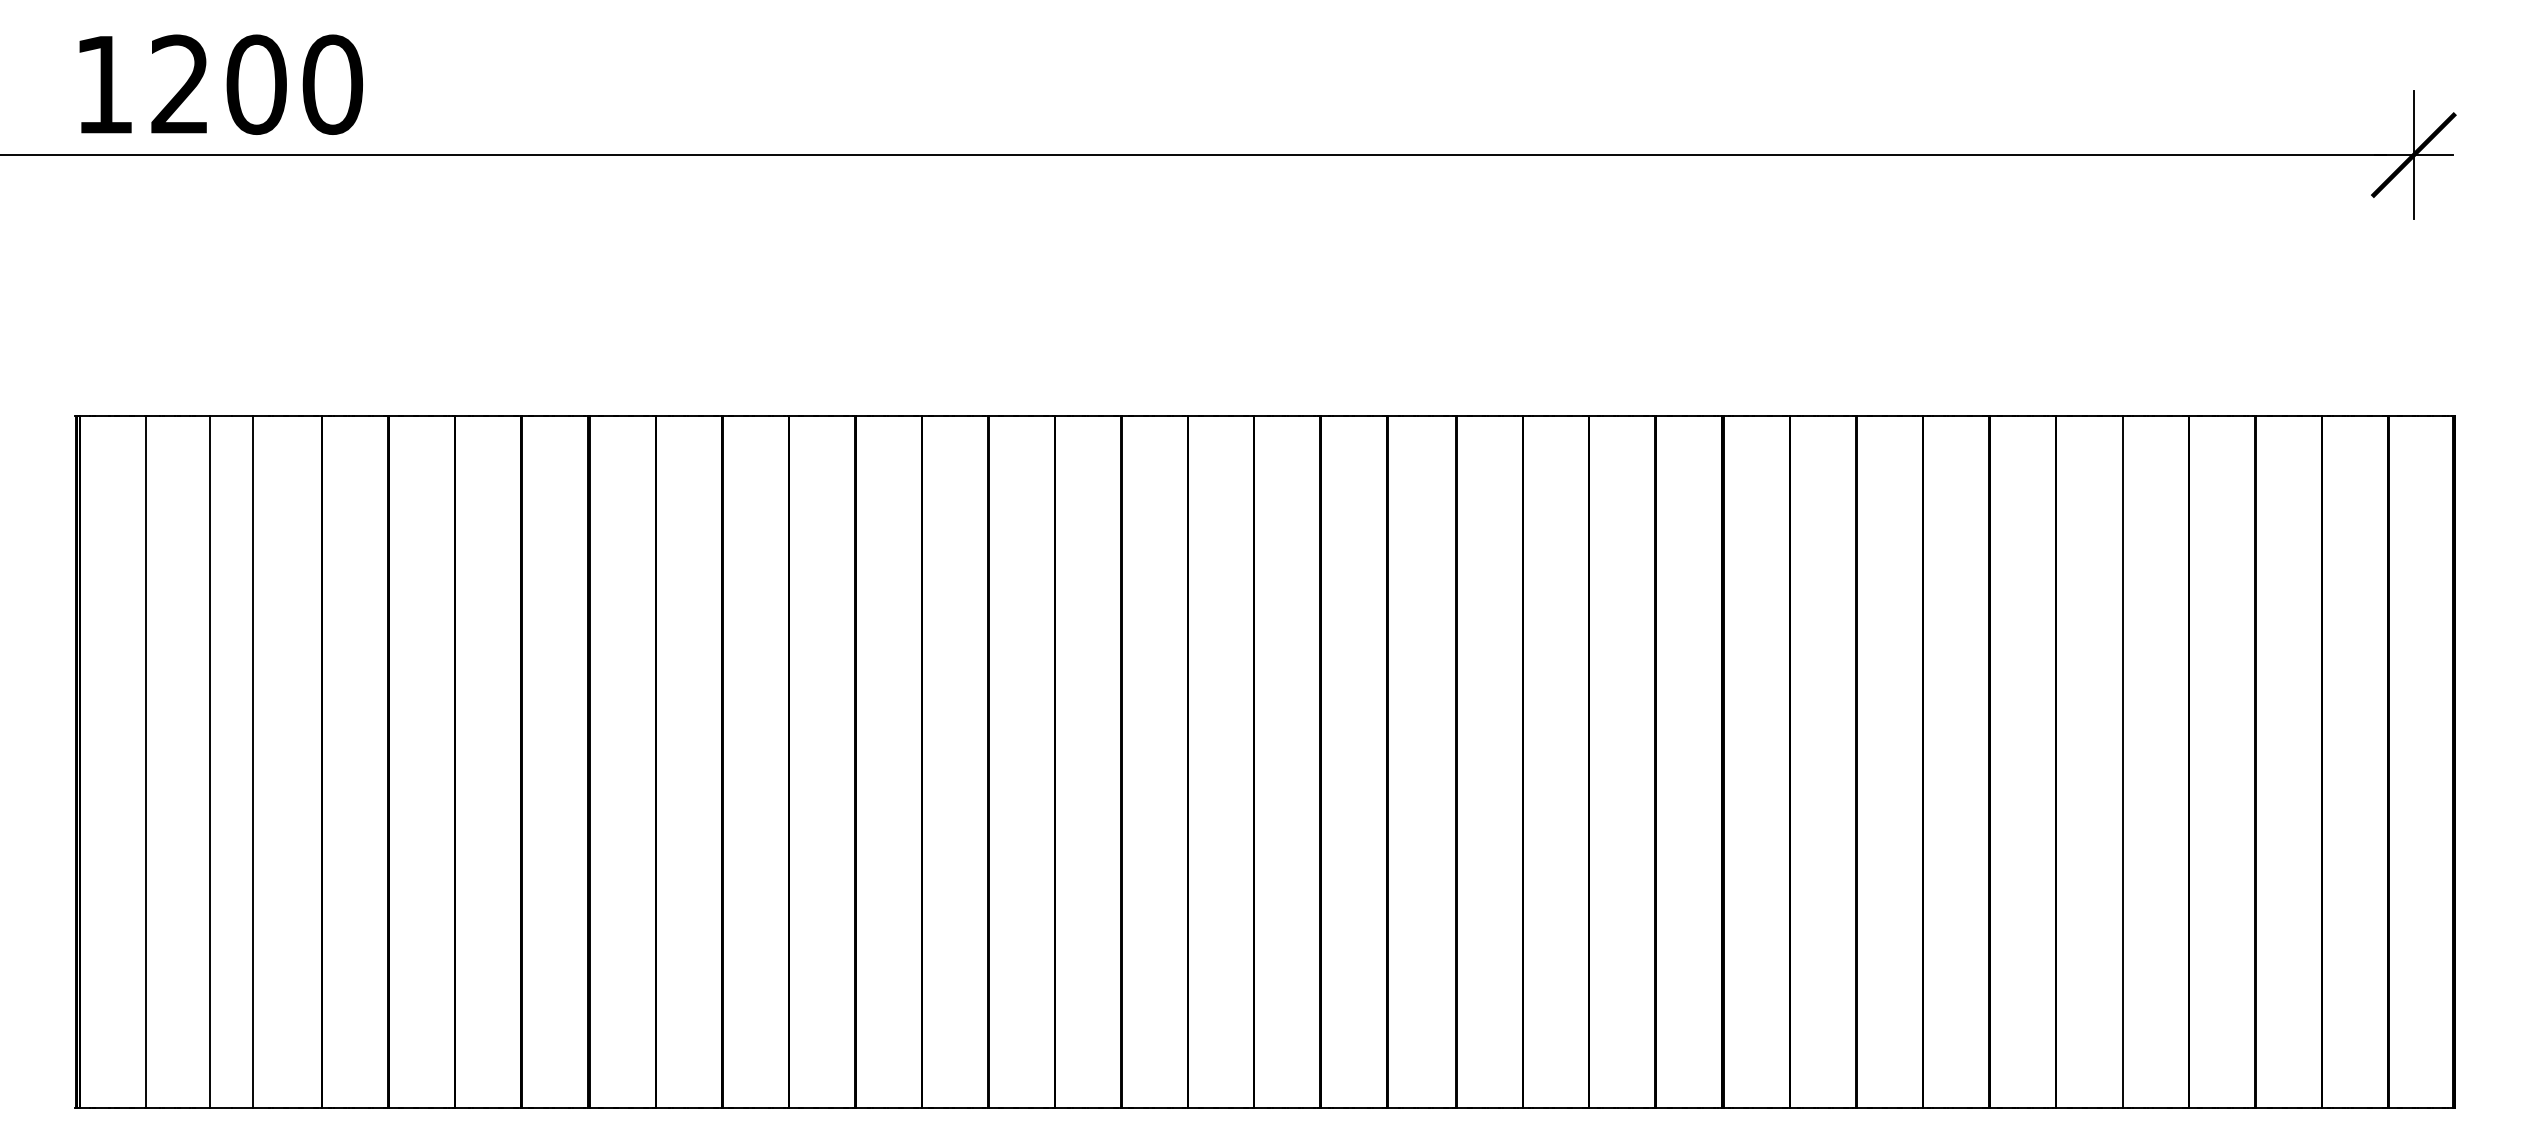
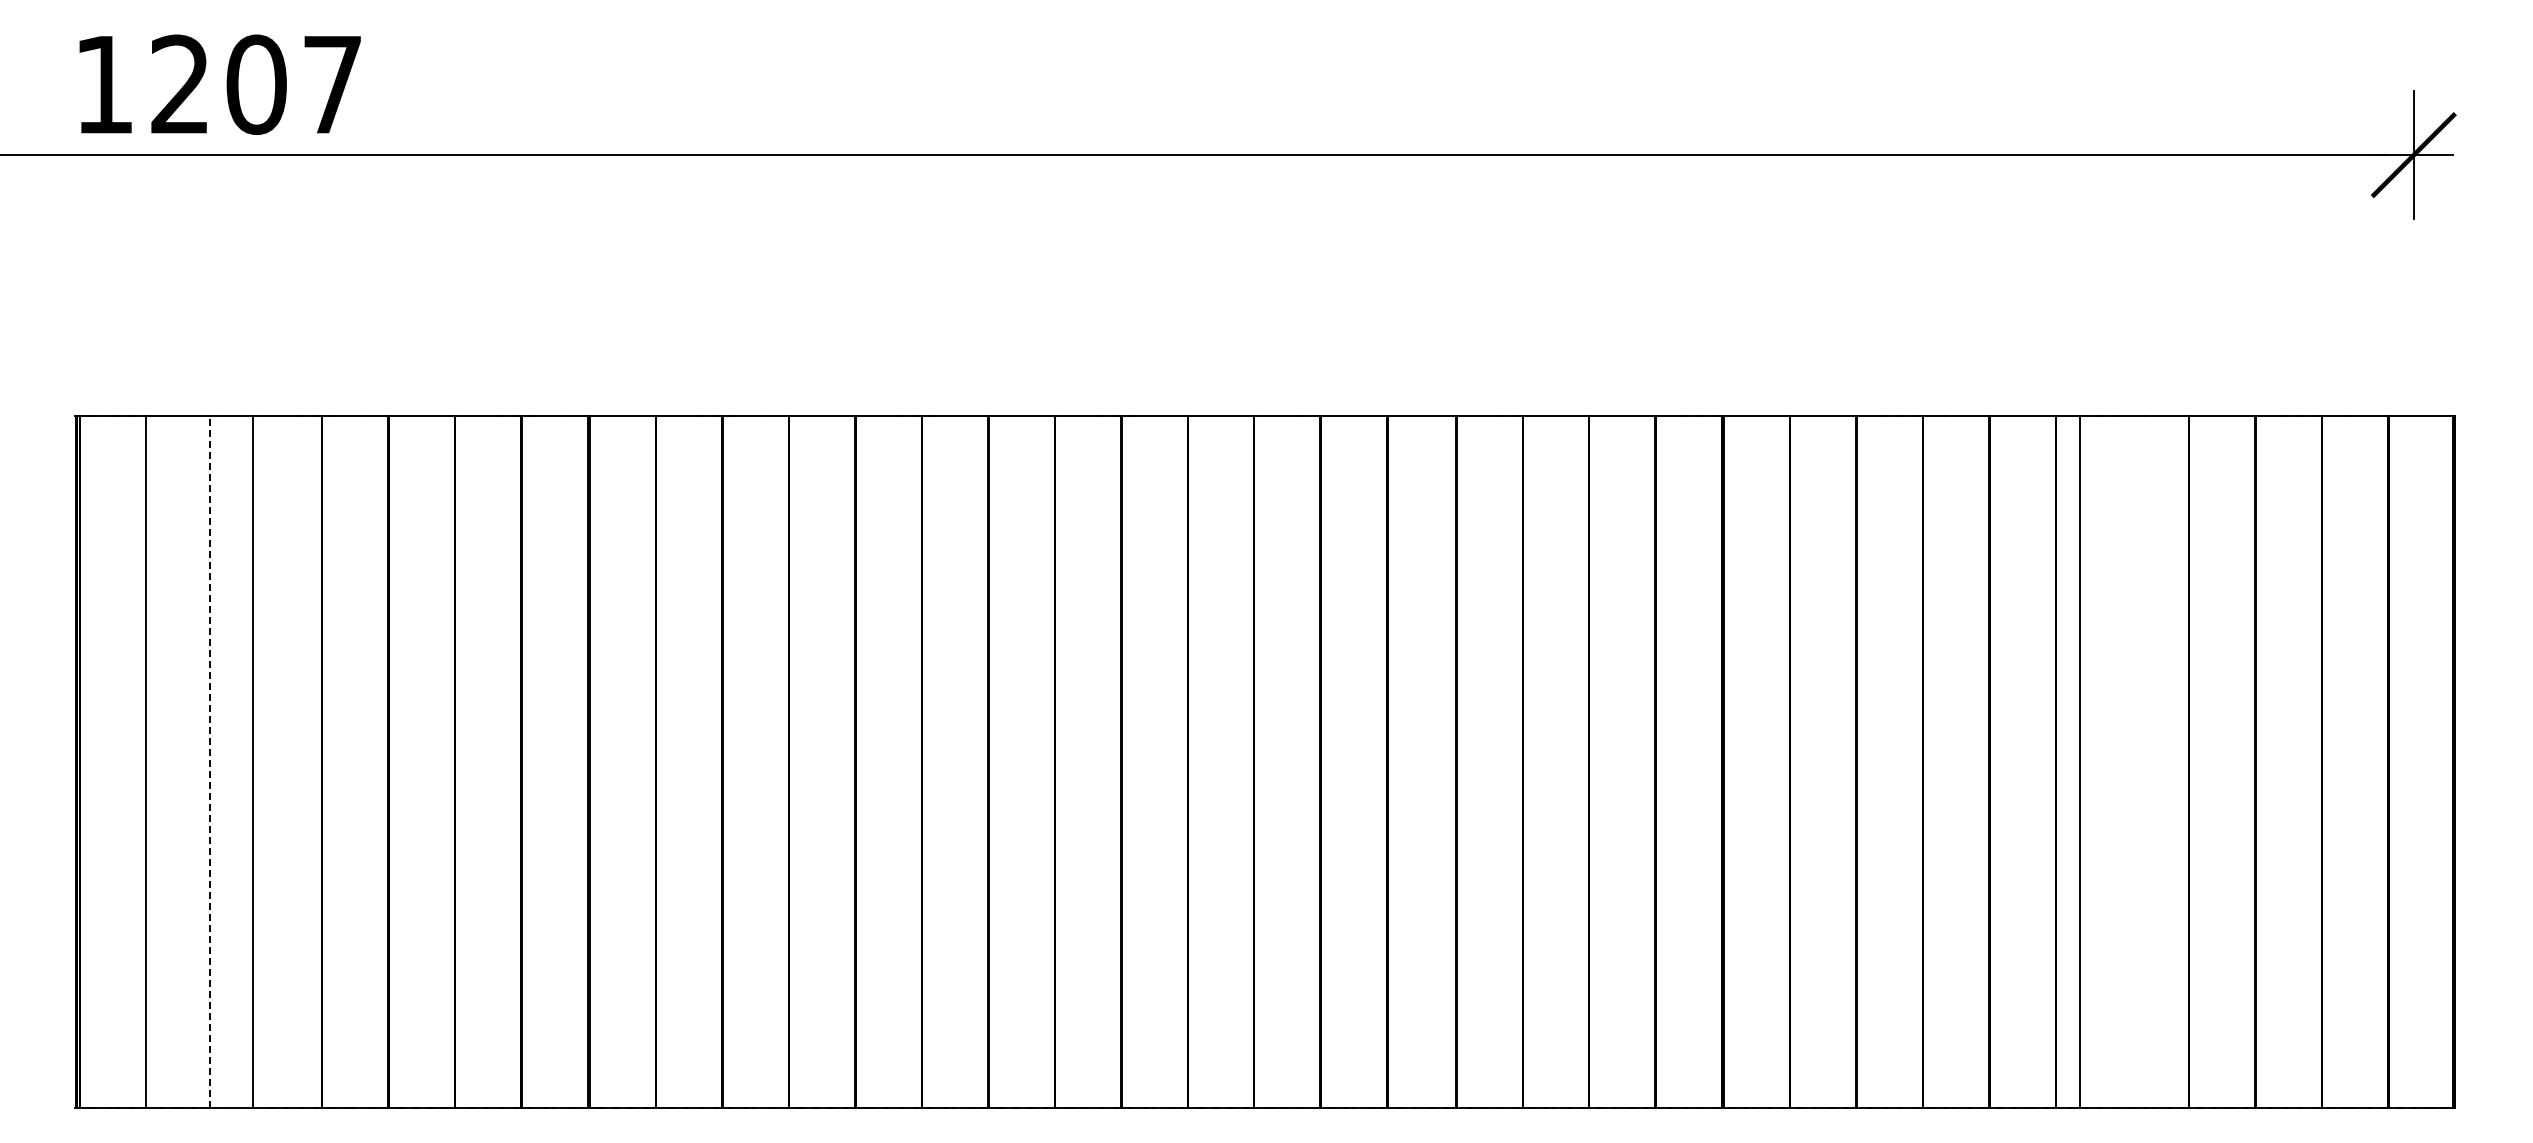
text at (332, 84): 1200 -> 1207
line at (209, 761): solid -> dashed
line at (2122, 762) position: (2122, 762) -> (2079, 762)
